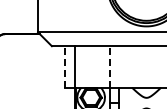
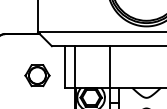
line at (65, 66): dashed -> solid
line at (109, 66): dashed -> solid
part at (37, 75): none -> present
